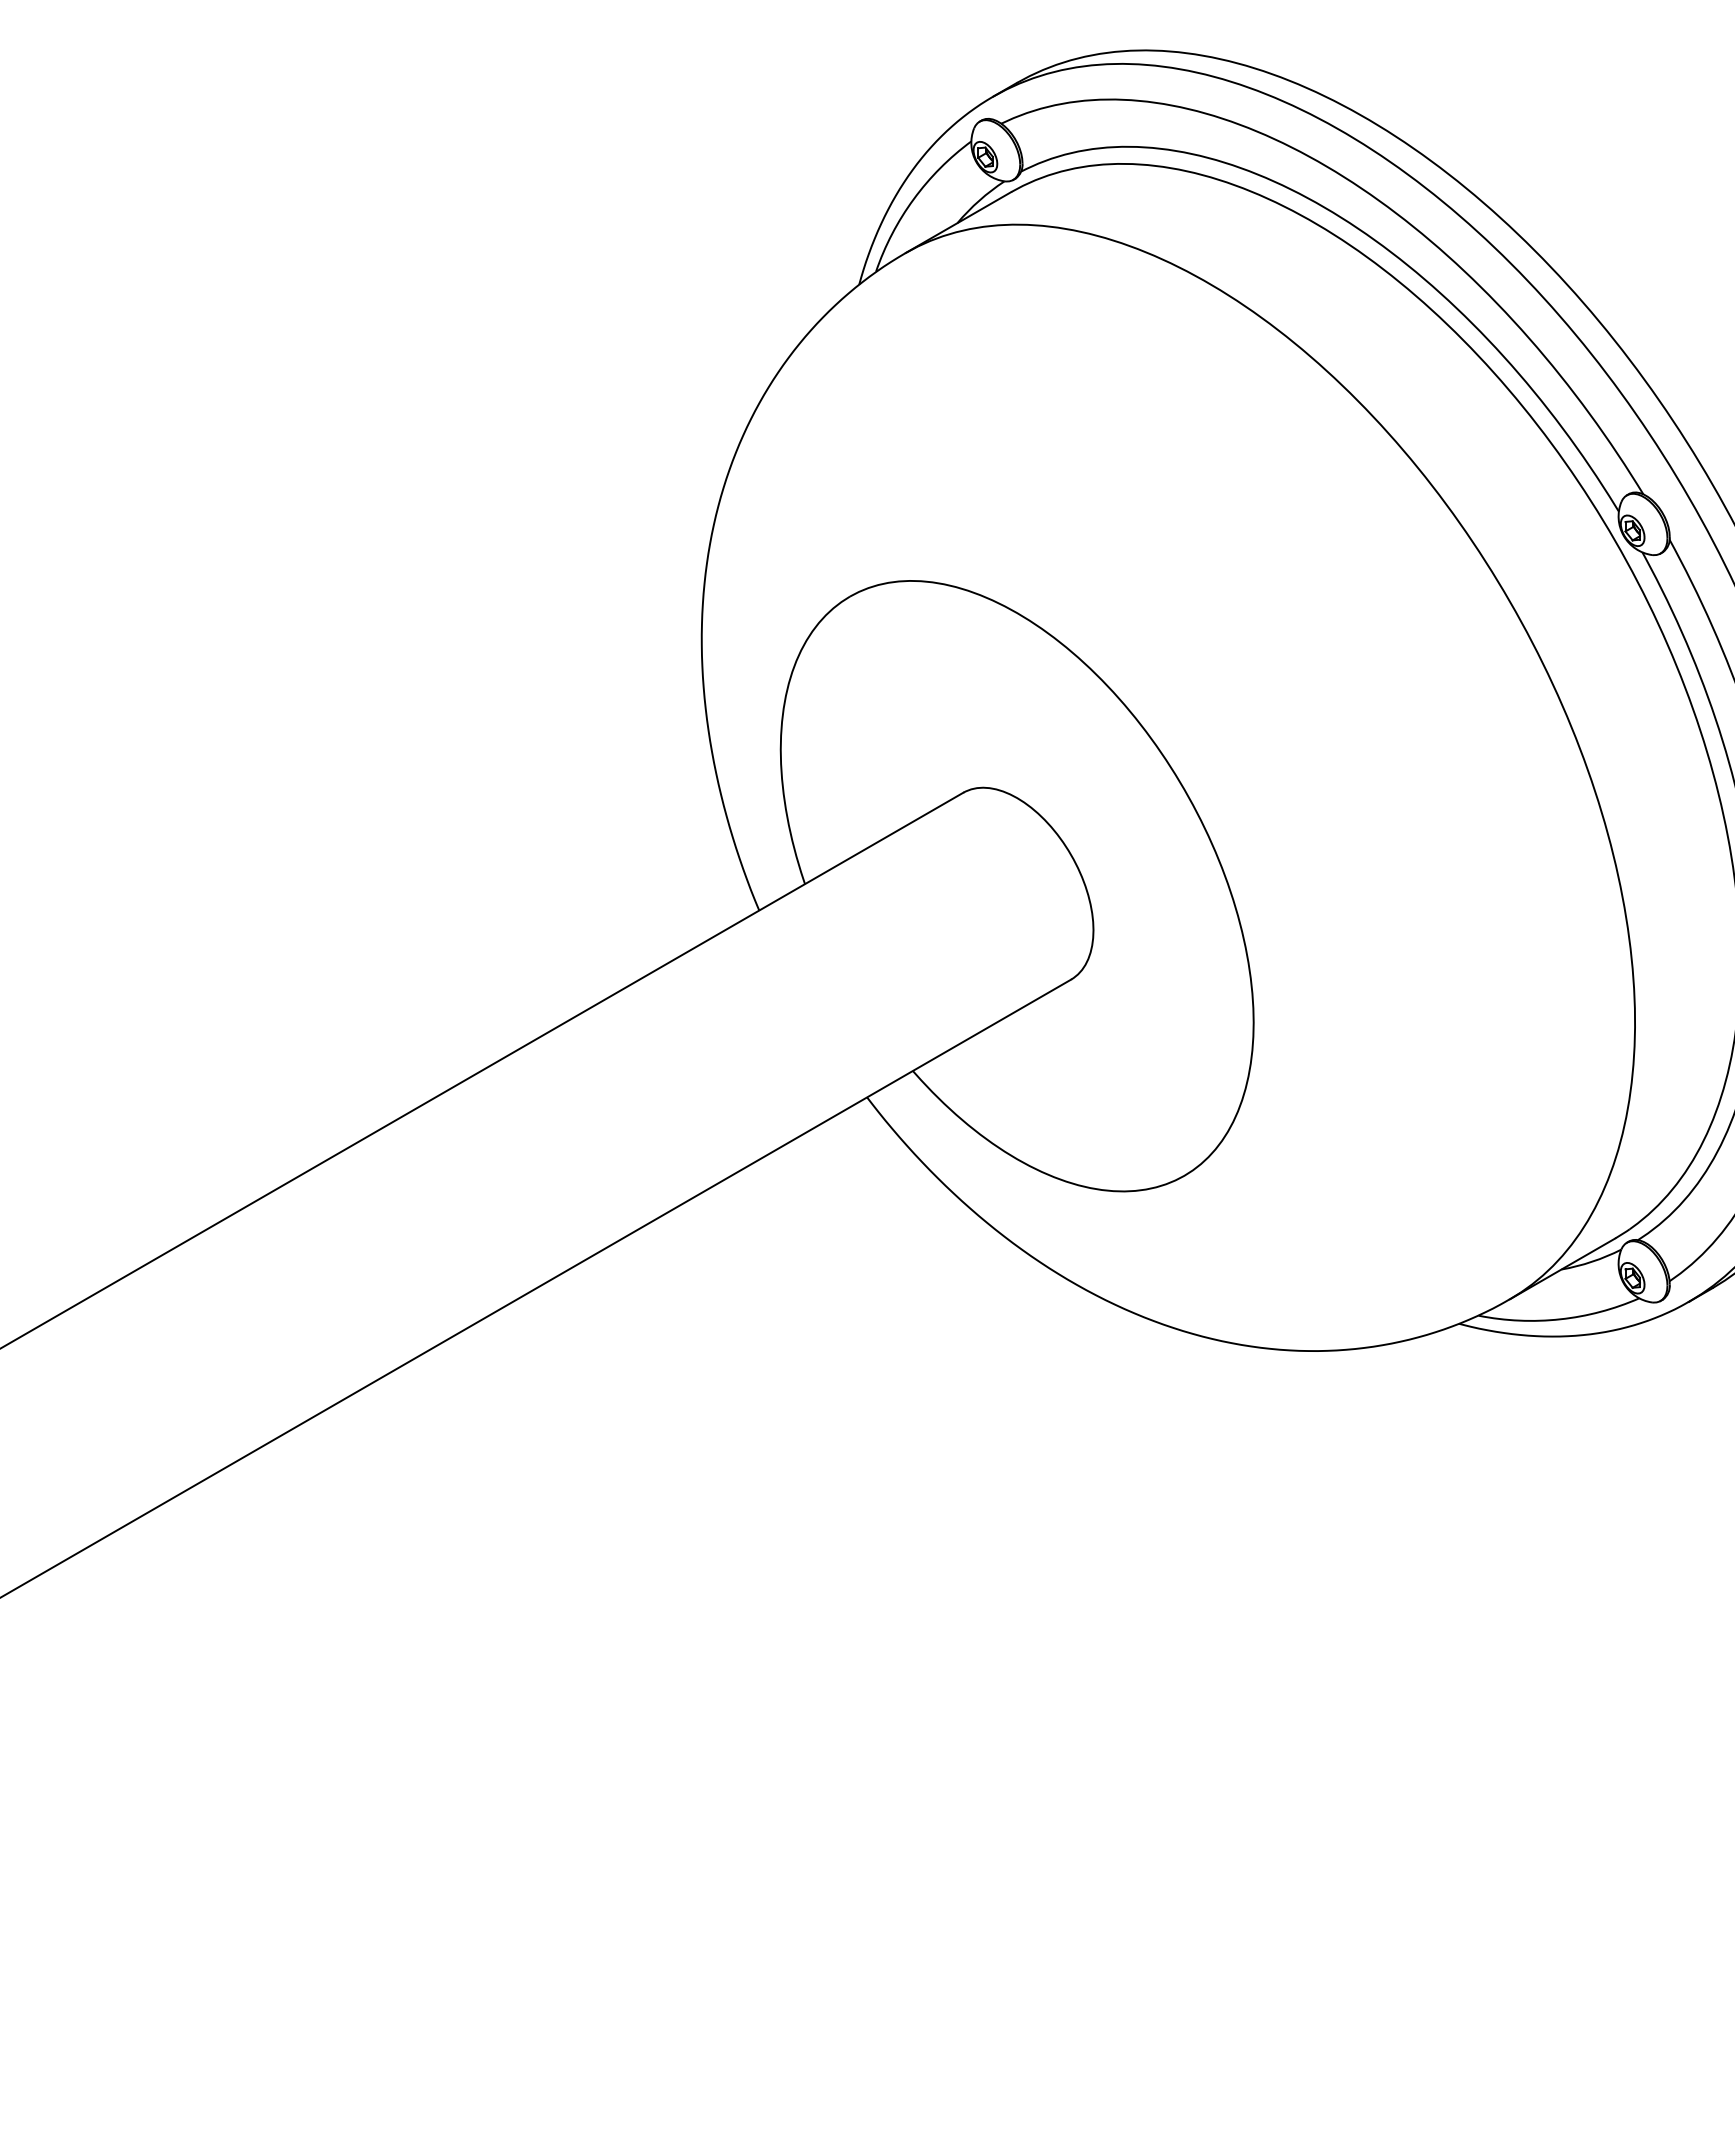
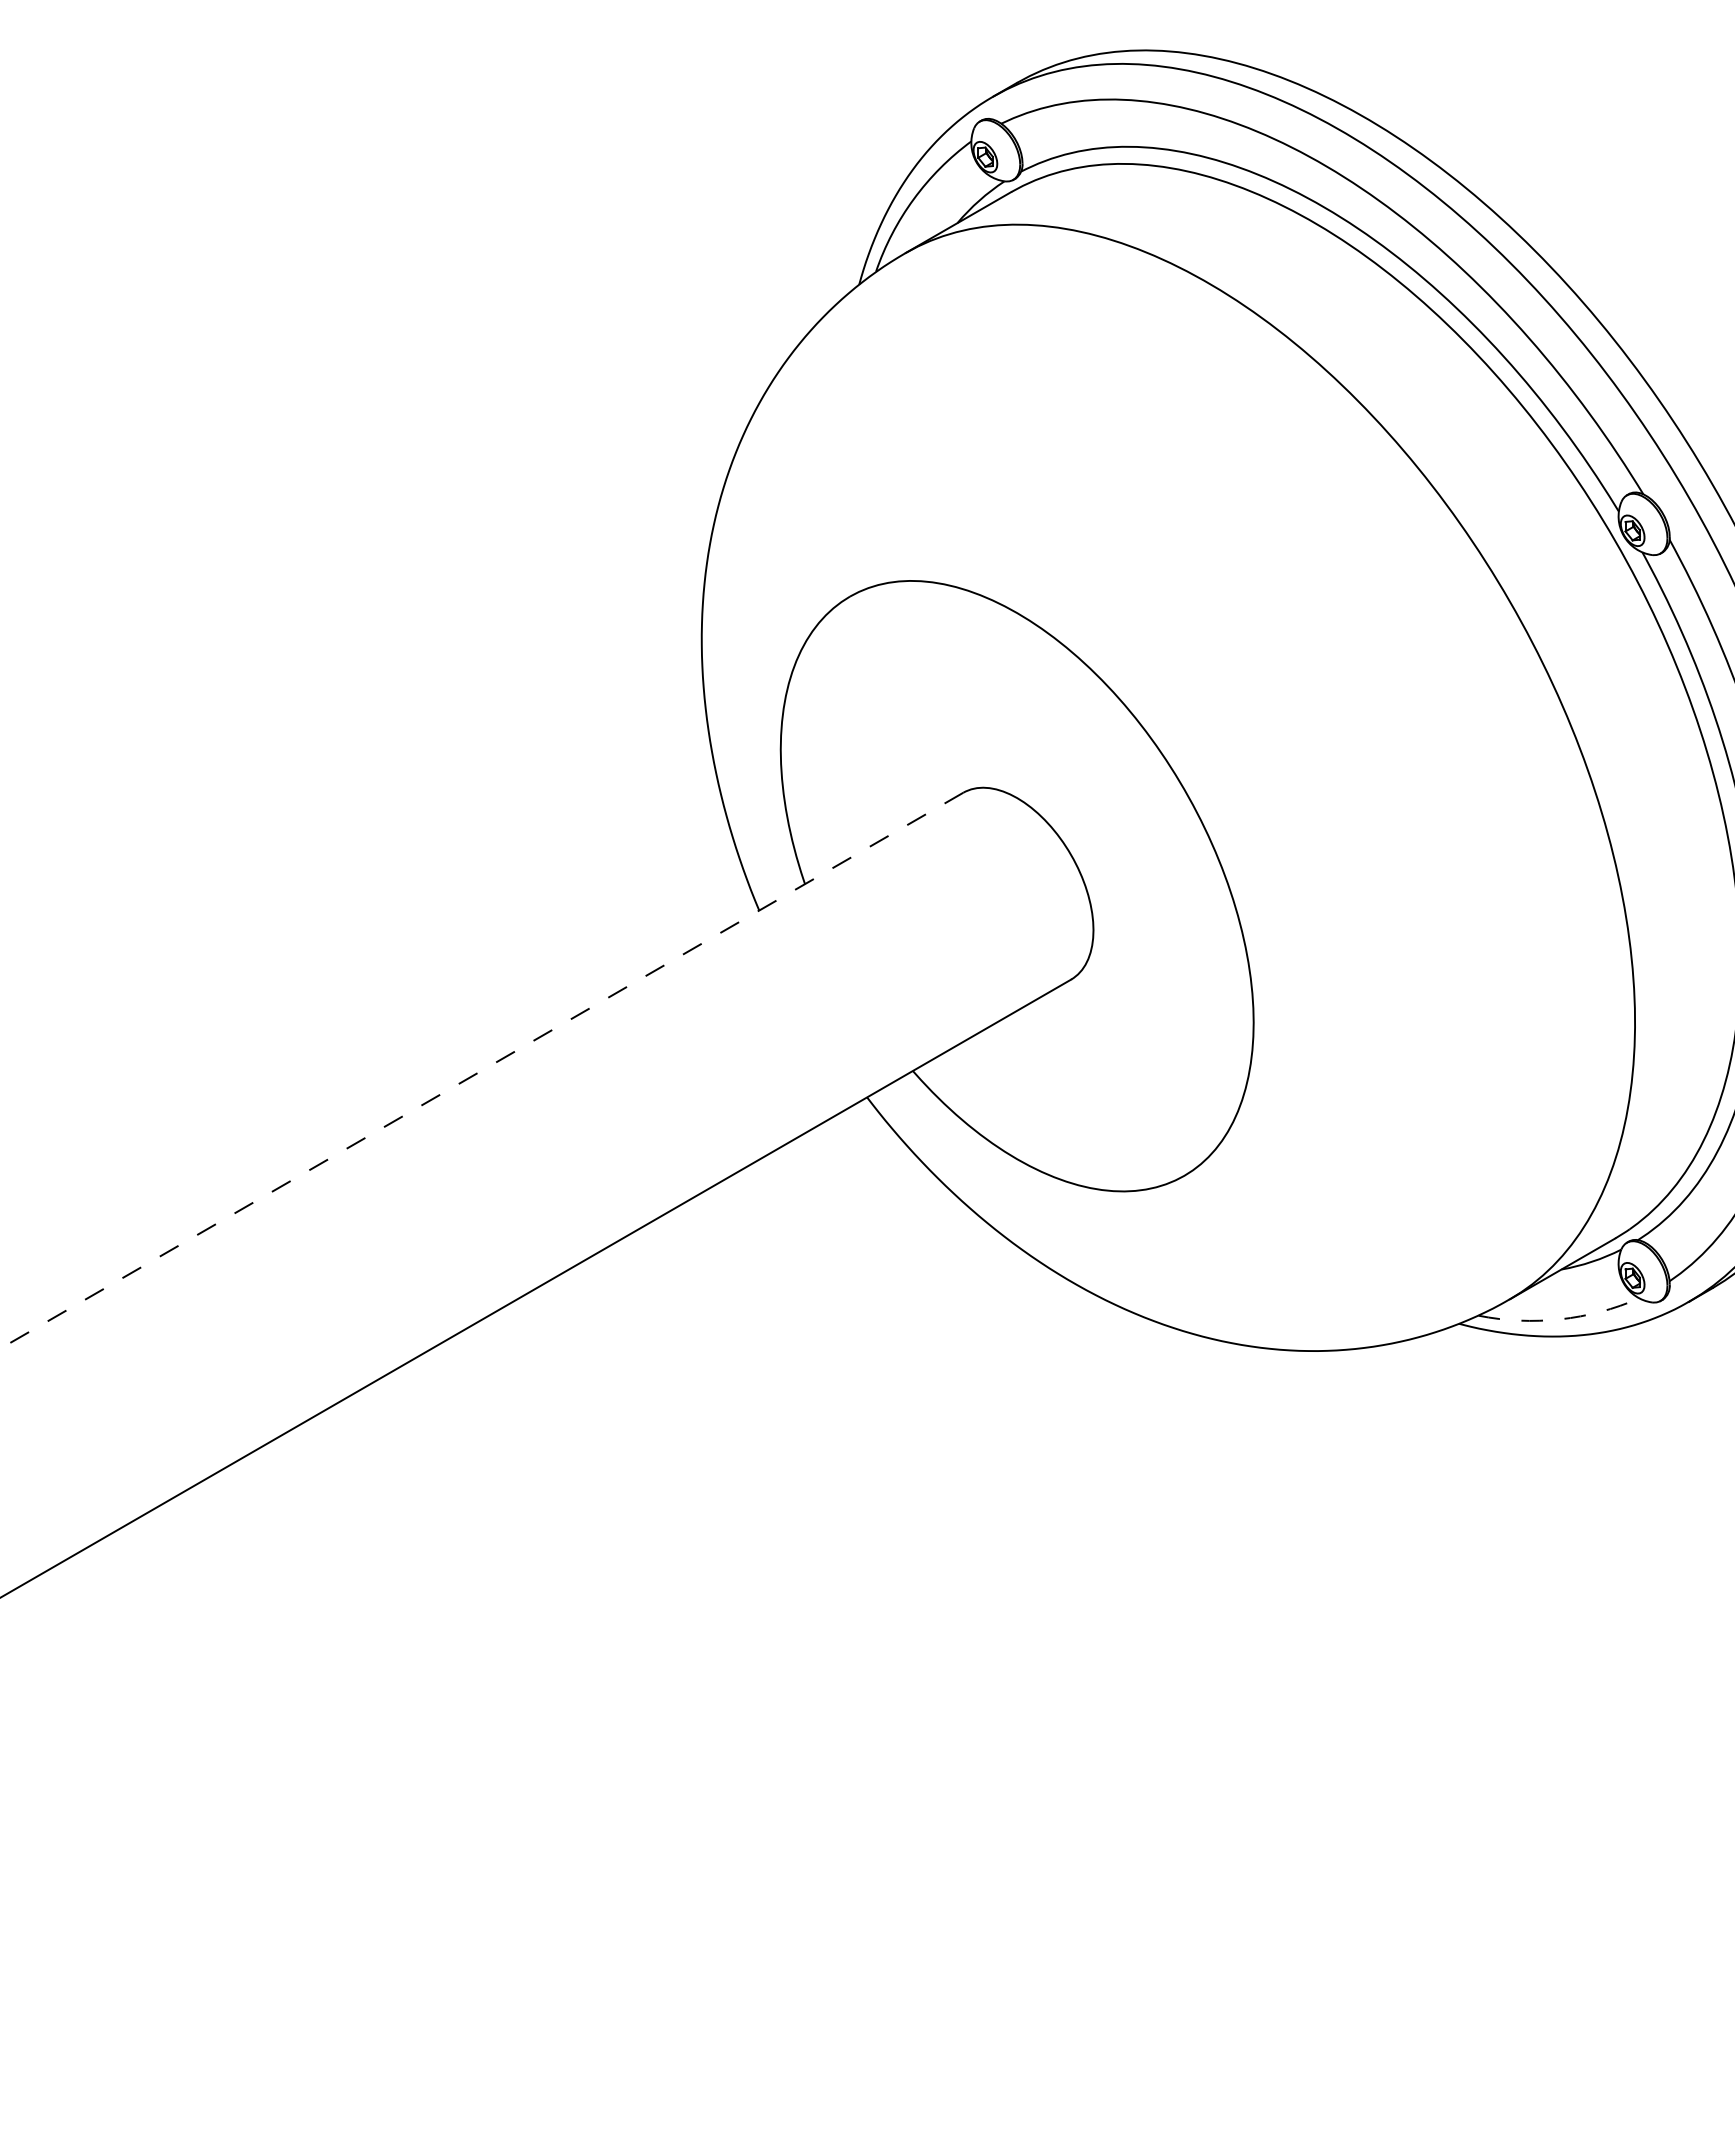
line at (481, 1070): solid -> dashed
arc at (1560, 1319): solid -> dashed
